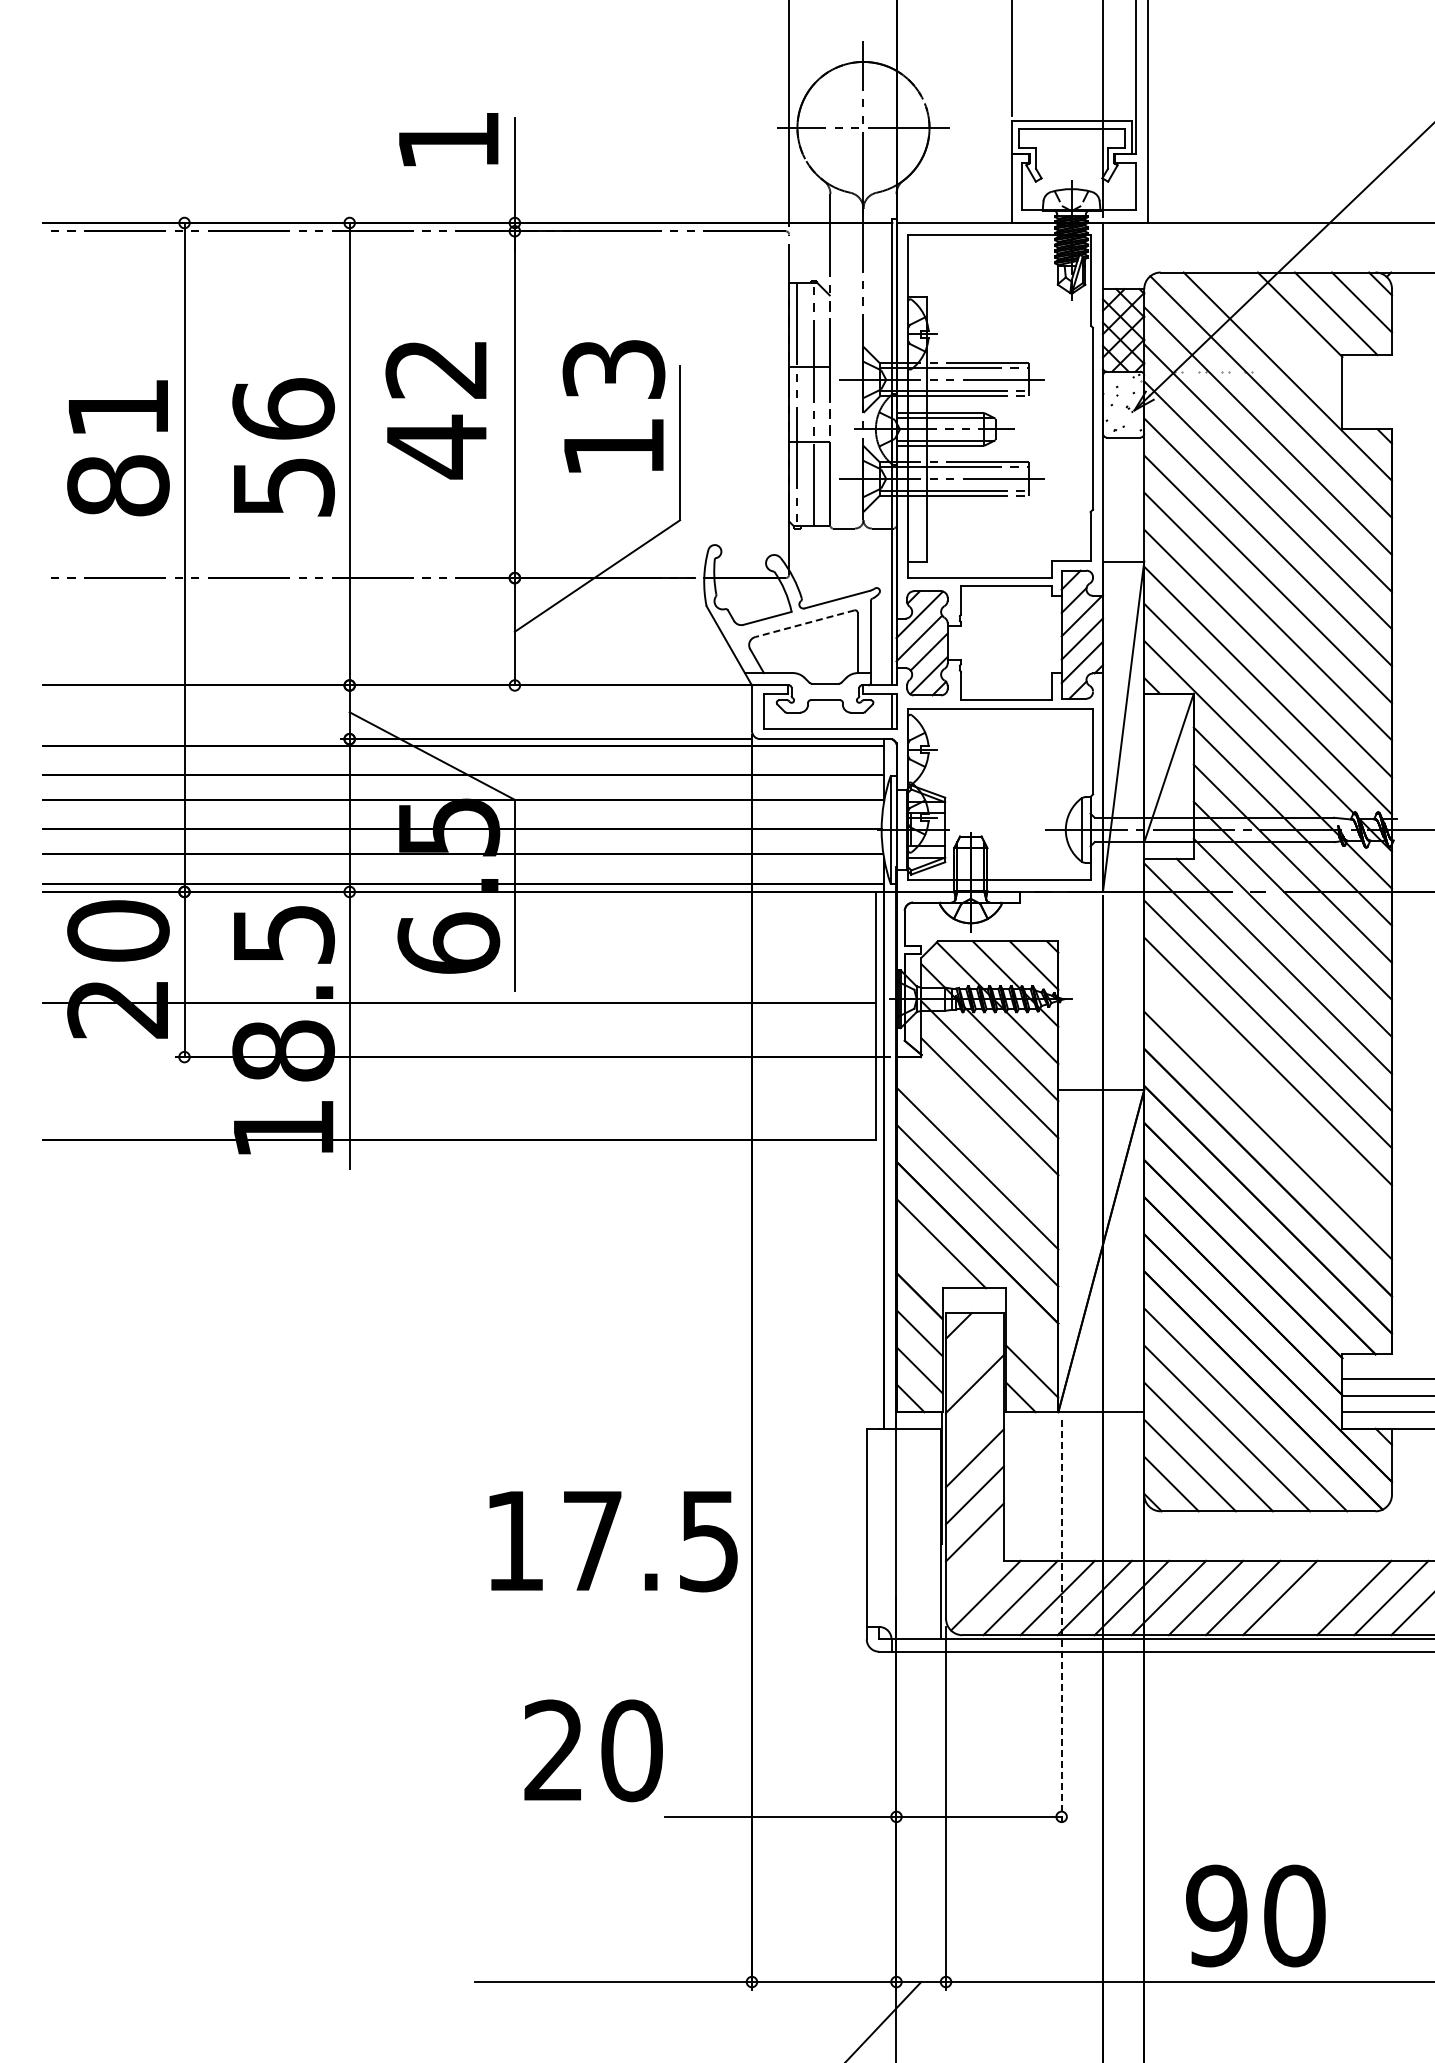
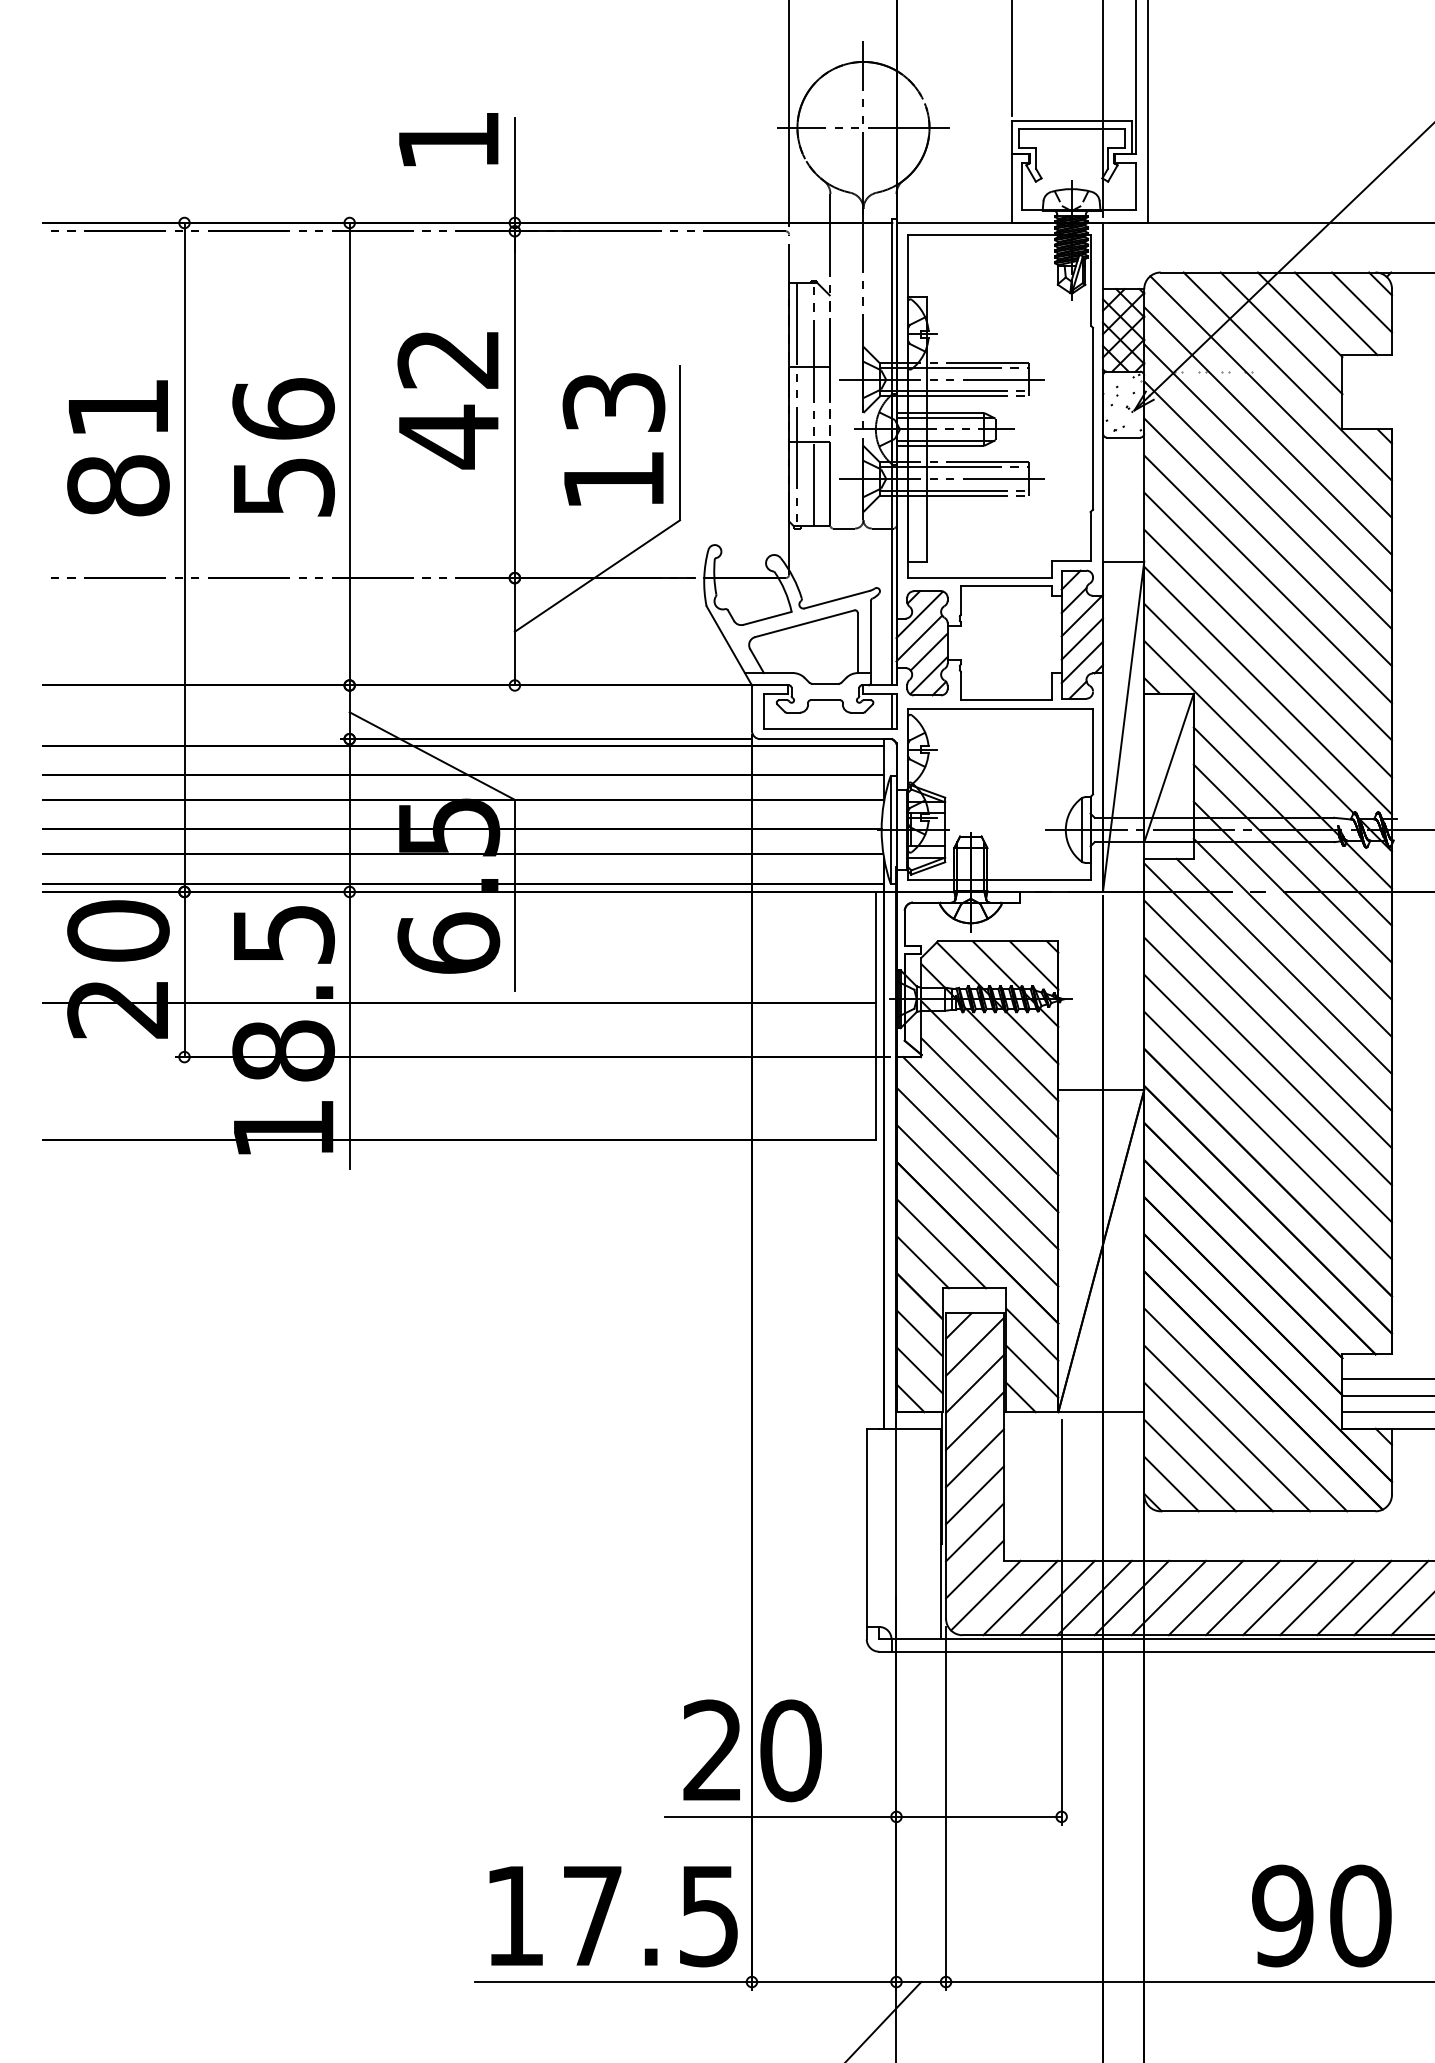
line at (1281, 333): none -> present
text at (613, 406) position: (613, 406) -> (613, 439)
text at (435, 410) position: (435, 410) -> (447, 400)
line at (804, 623): dashed -> solid
line at (1268, 1098): none -> present
line at (980, 1134): none -> present
line at (922, 1261): none -> present
line at (1032, 1334): none -> present
line at (974, 1346): none -> present
line at (974, 1421): none -> present
text at (613, 1541) position: (613, 1541) -> (613, 1916)
line at (974, 1569): none -> present
line at (1317, 1597): none -> present
line at (1061, 1623): dashed -> solid
text at (593, 1750) position: (593, 1750) -> (752, 1750)
text at (1255, 1915) position: (1255, 1915) -> (1321, 1915)
